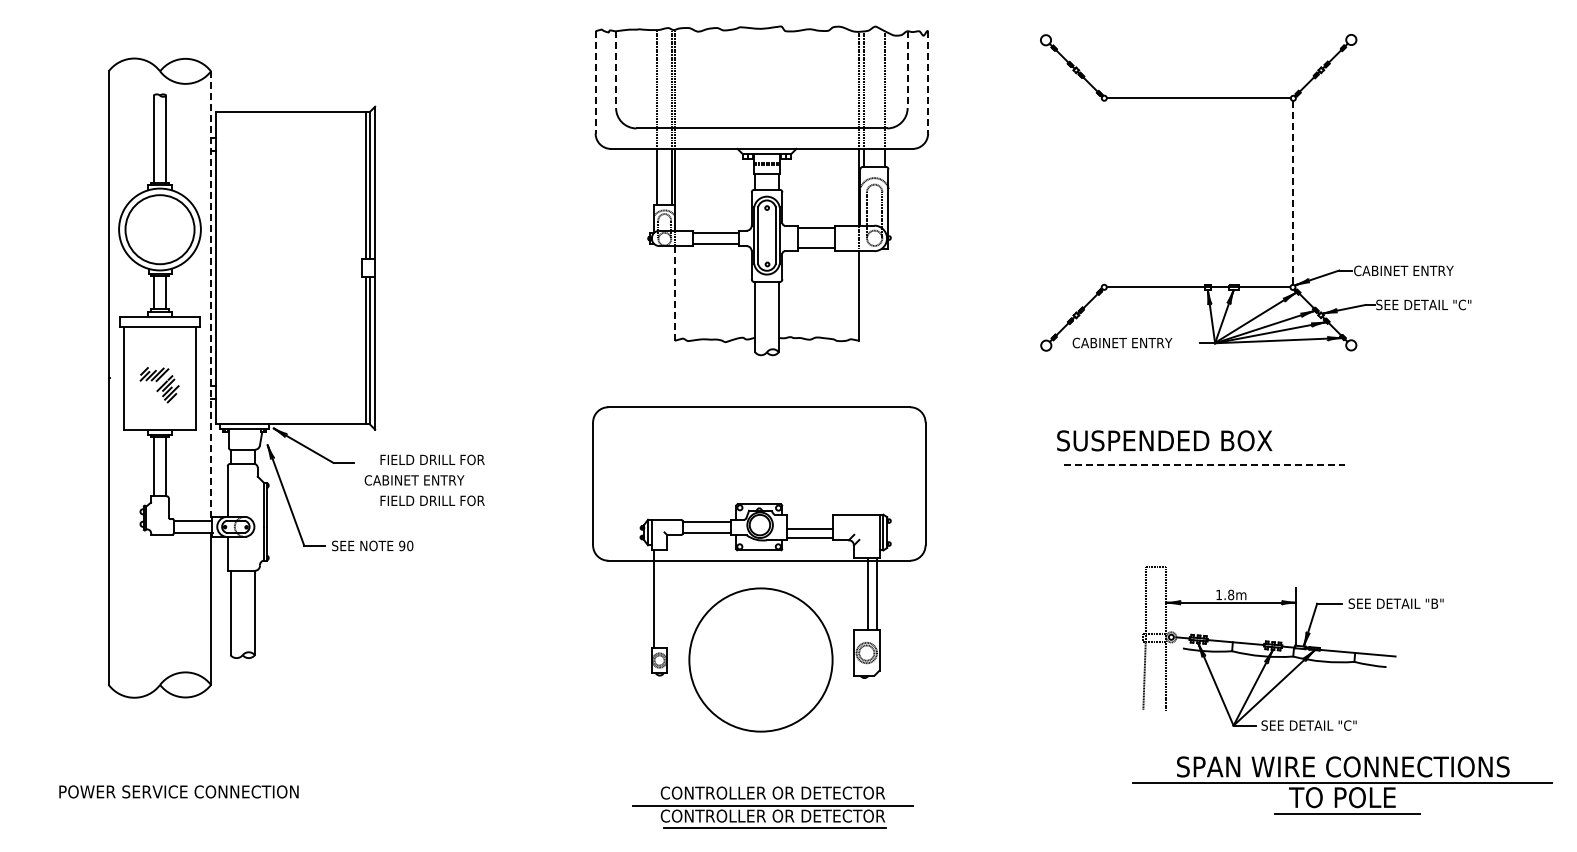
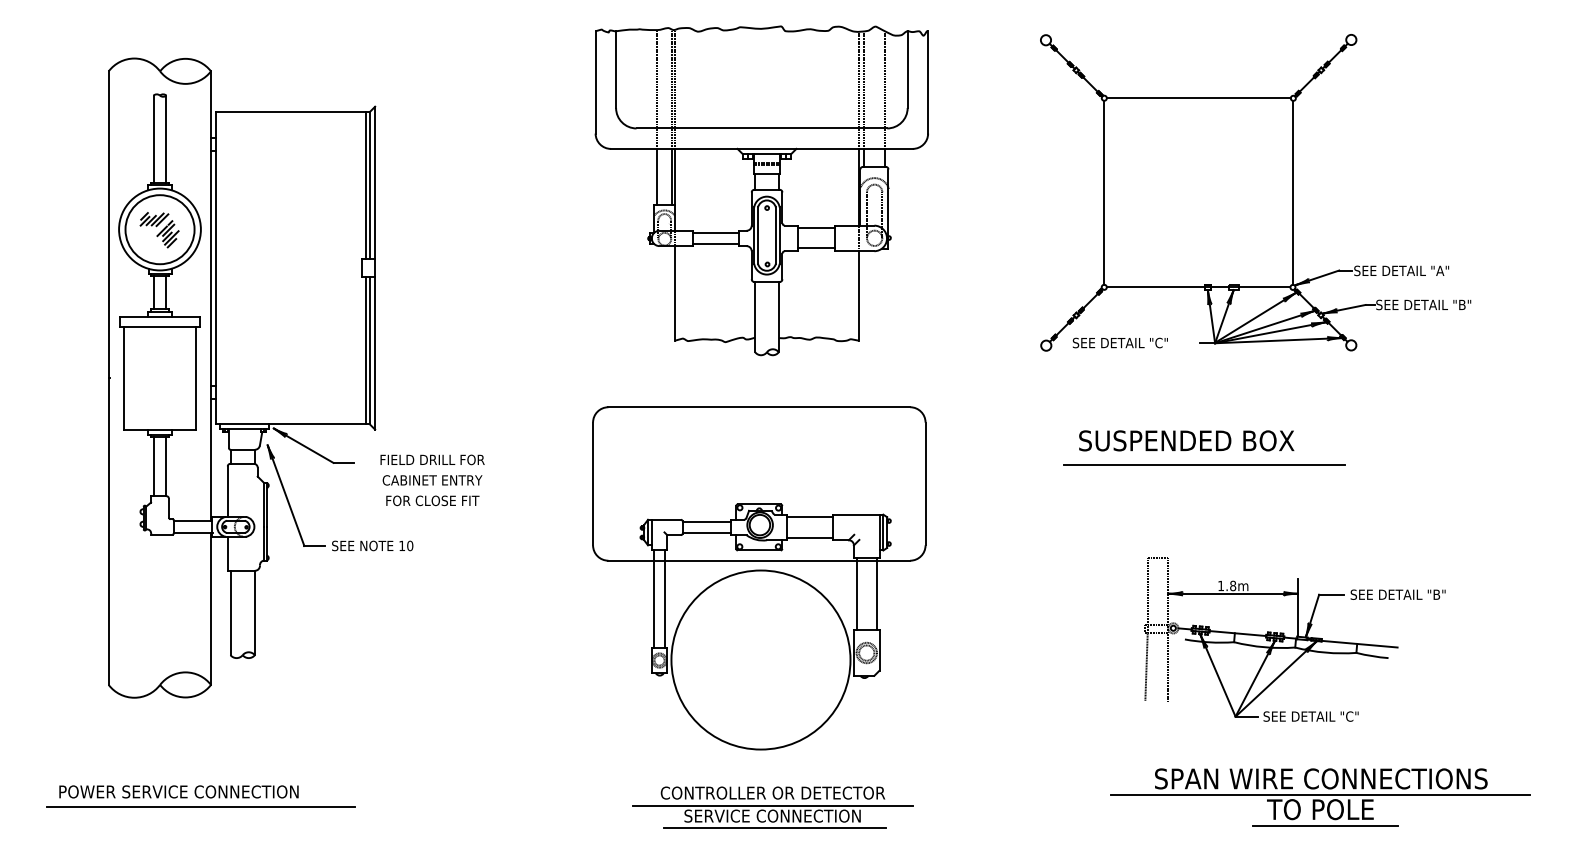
line at (616, 70): dashed -> solid
line at (907, 70): dashed -> solid
line at (595, 82): dashed -> solid
line at (928, 82): dashed -> solid
line at (1104, 192): none -> present
line at (1293, 193): dashed -> solid
text at (1403, 270): CABINET ENTRY -> SEE DETAIL "A"
line at (674, 293): dashed -> solid
line at (211, 295): dashed -> solid
text at (1464, 304): SEE DETAIL "C" -> SEE DETAIL "B"
text at (1122, 342): CABINET ENTRY -> SEE DETAIL "C"
part at (159, 385) position: (159, 385) -> (159, 230)
text at (1164, 440) position: (1164, 440) -> (1186, 440)
line at (1204, 464): dashed -> solid
text at (414, 480) position: (414, 480) -> (432, 480)
text at (432, 500): FIELD DRILL FOR -> FOR CLOSE FIT
line at (810, 529) position: (810, 529) -> (810, 517)
text at (402, 545): 90 -> 10
line at (867, 593) position: (867, 593) -> (856, 593)
line at (664, 598): none -> present
part at (1292, 648) position: (1292, 648) -> (1294, 639)
circle at (760, 659) diameter: 143 px -> 179 px
part at (1342, 785) position: (1342, 785) -> (1320, 797)
line at (201, 807): none -> present
text at (772, 815): CONTROLLER OR DETECTOR -> SERVICE CONNECTION
